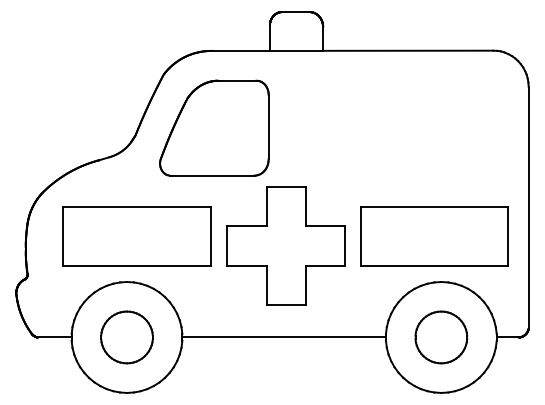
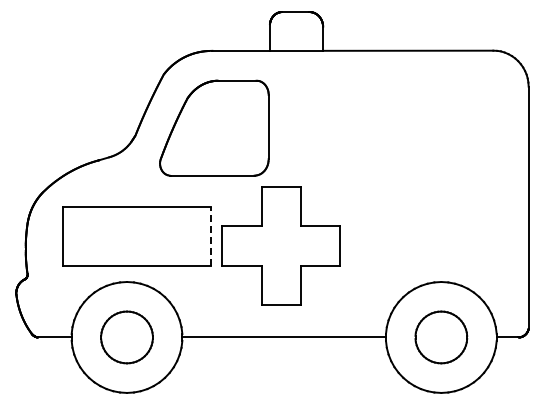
line at (210, 236): solid -> dashed
part at (434, 236): present -> none
part at (285, 245) position: (285, 245) -> (280, 245)
